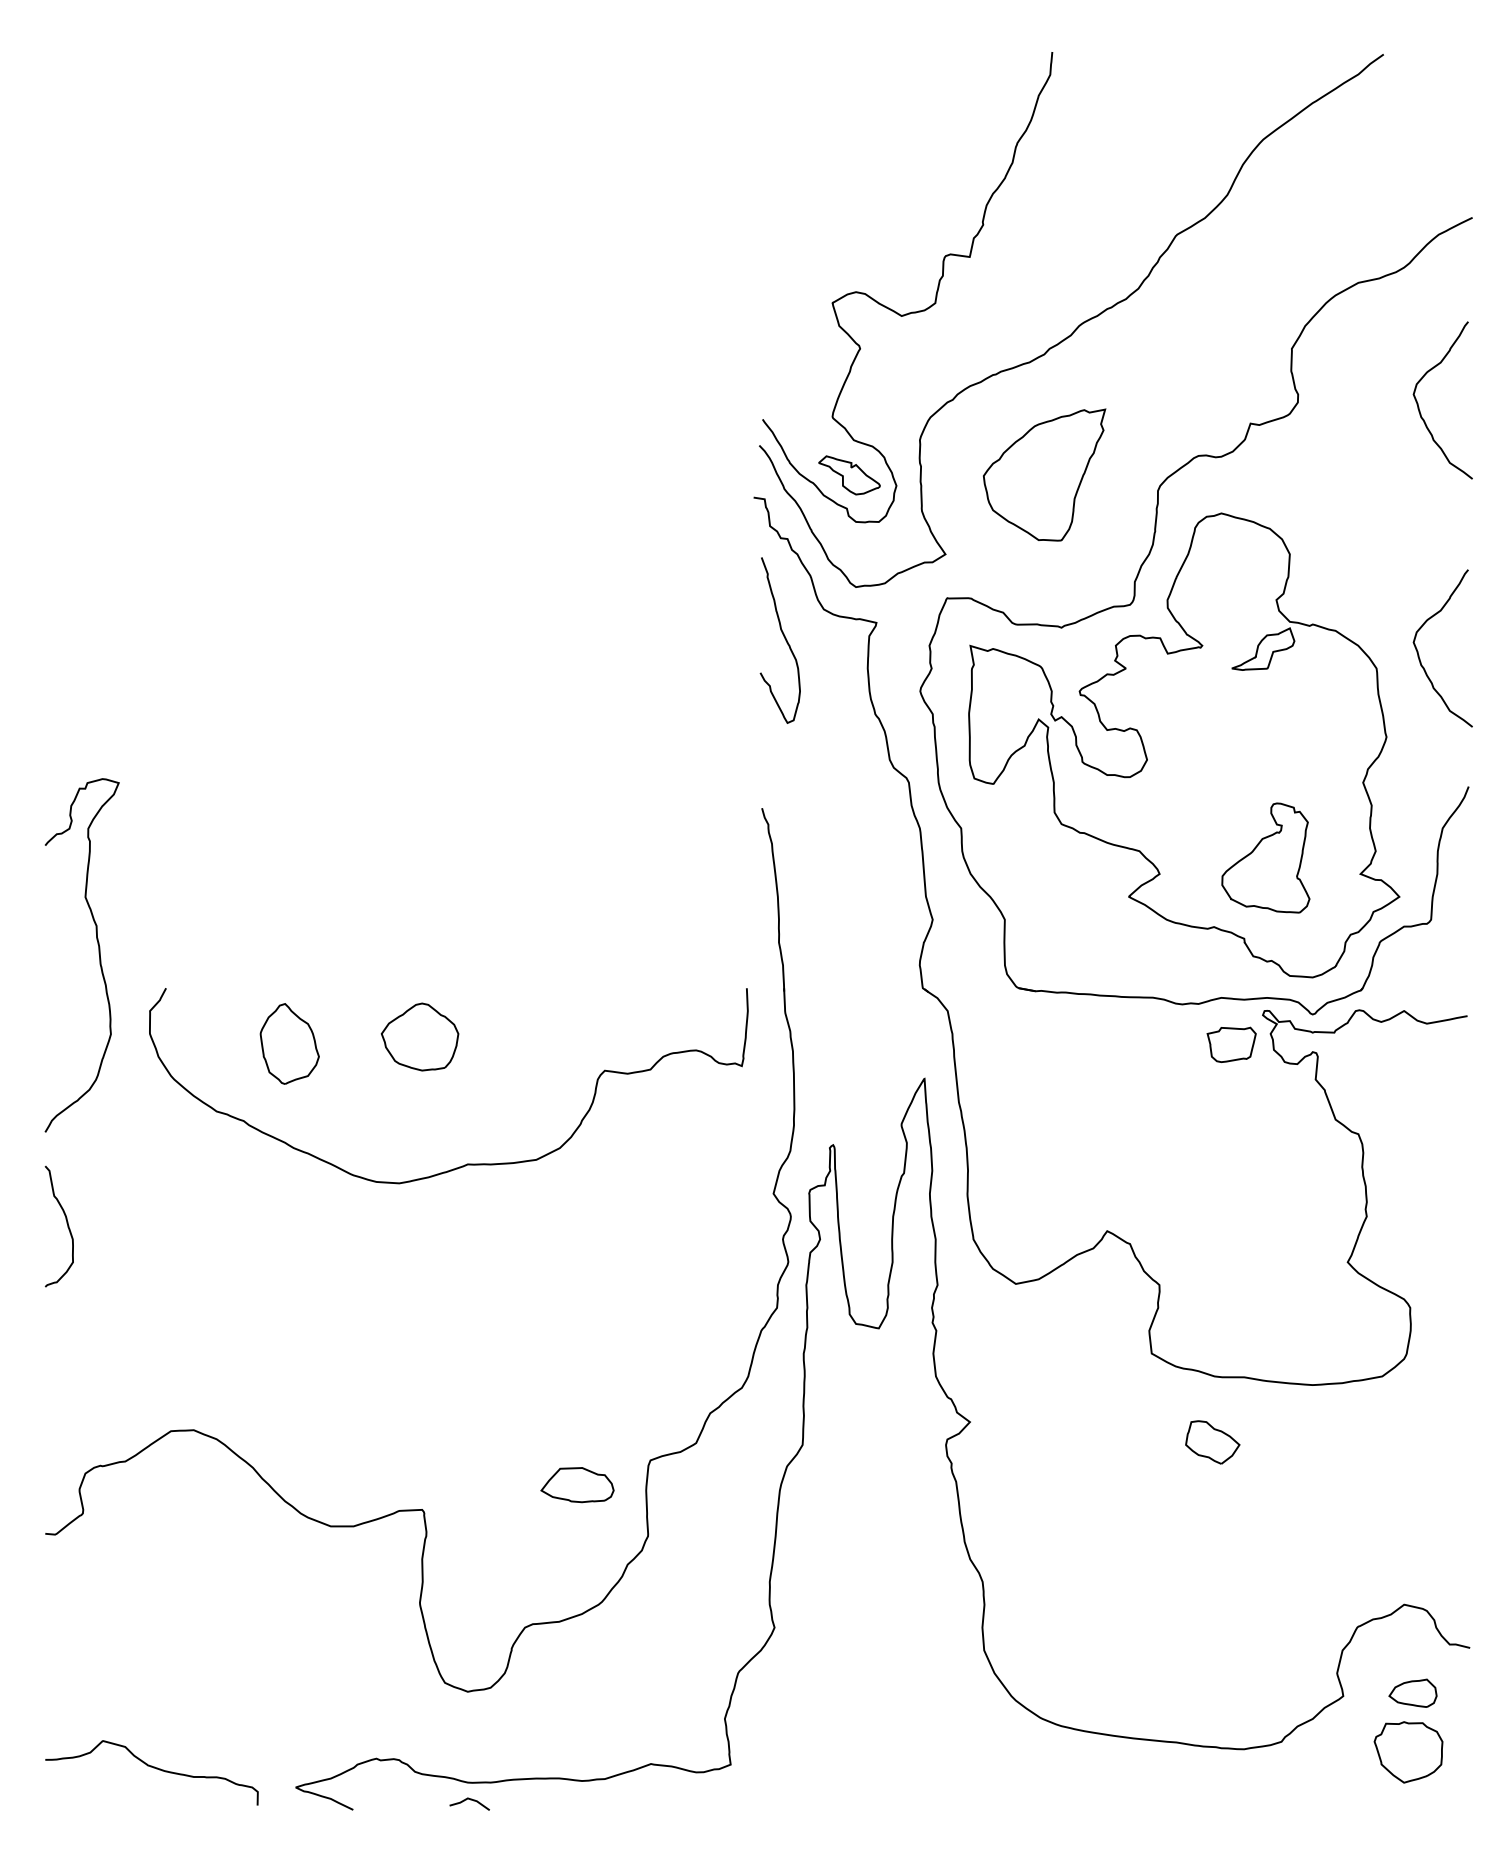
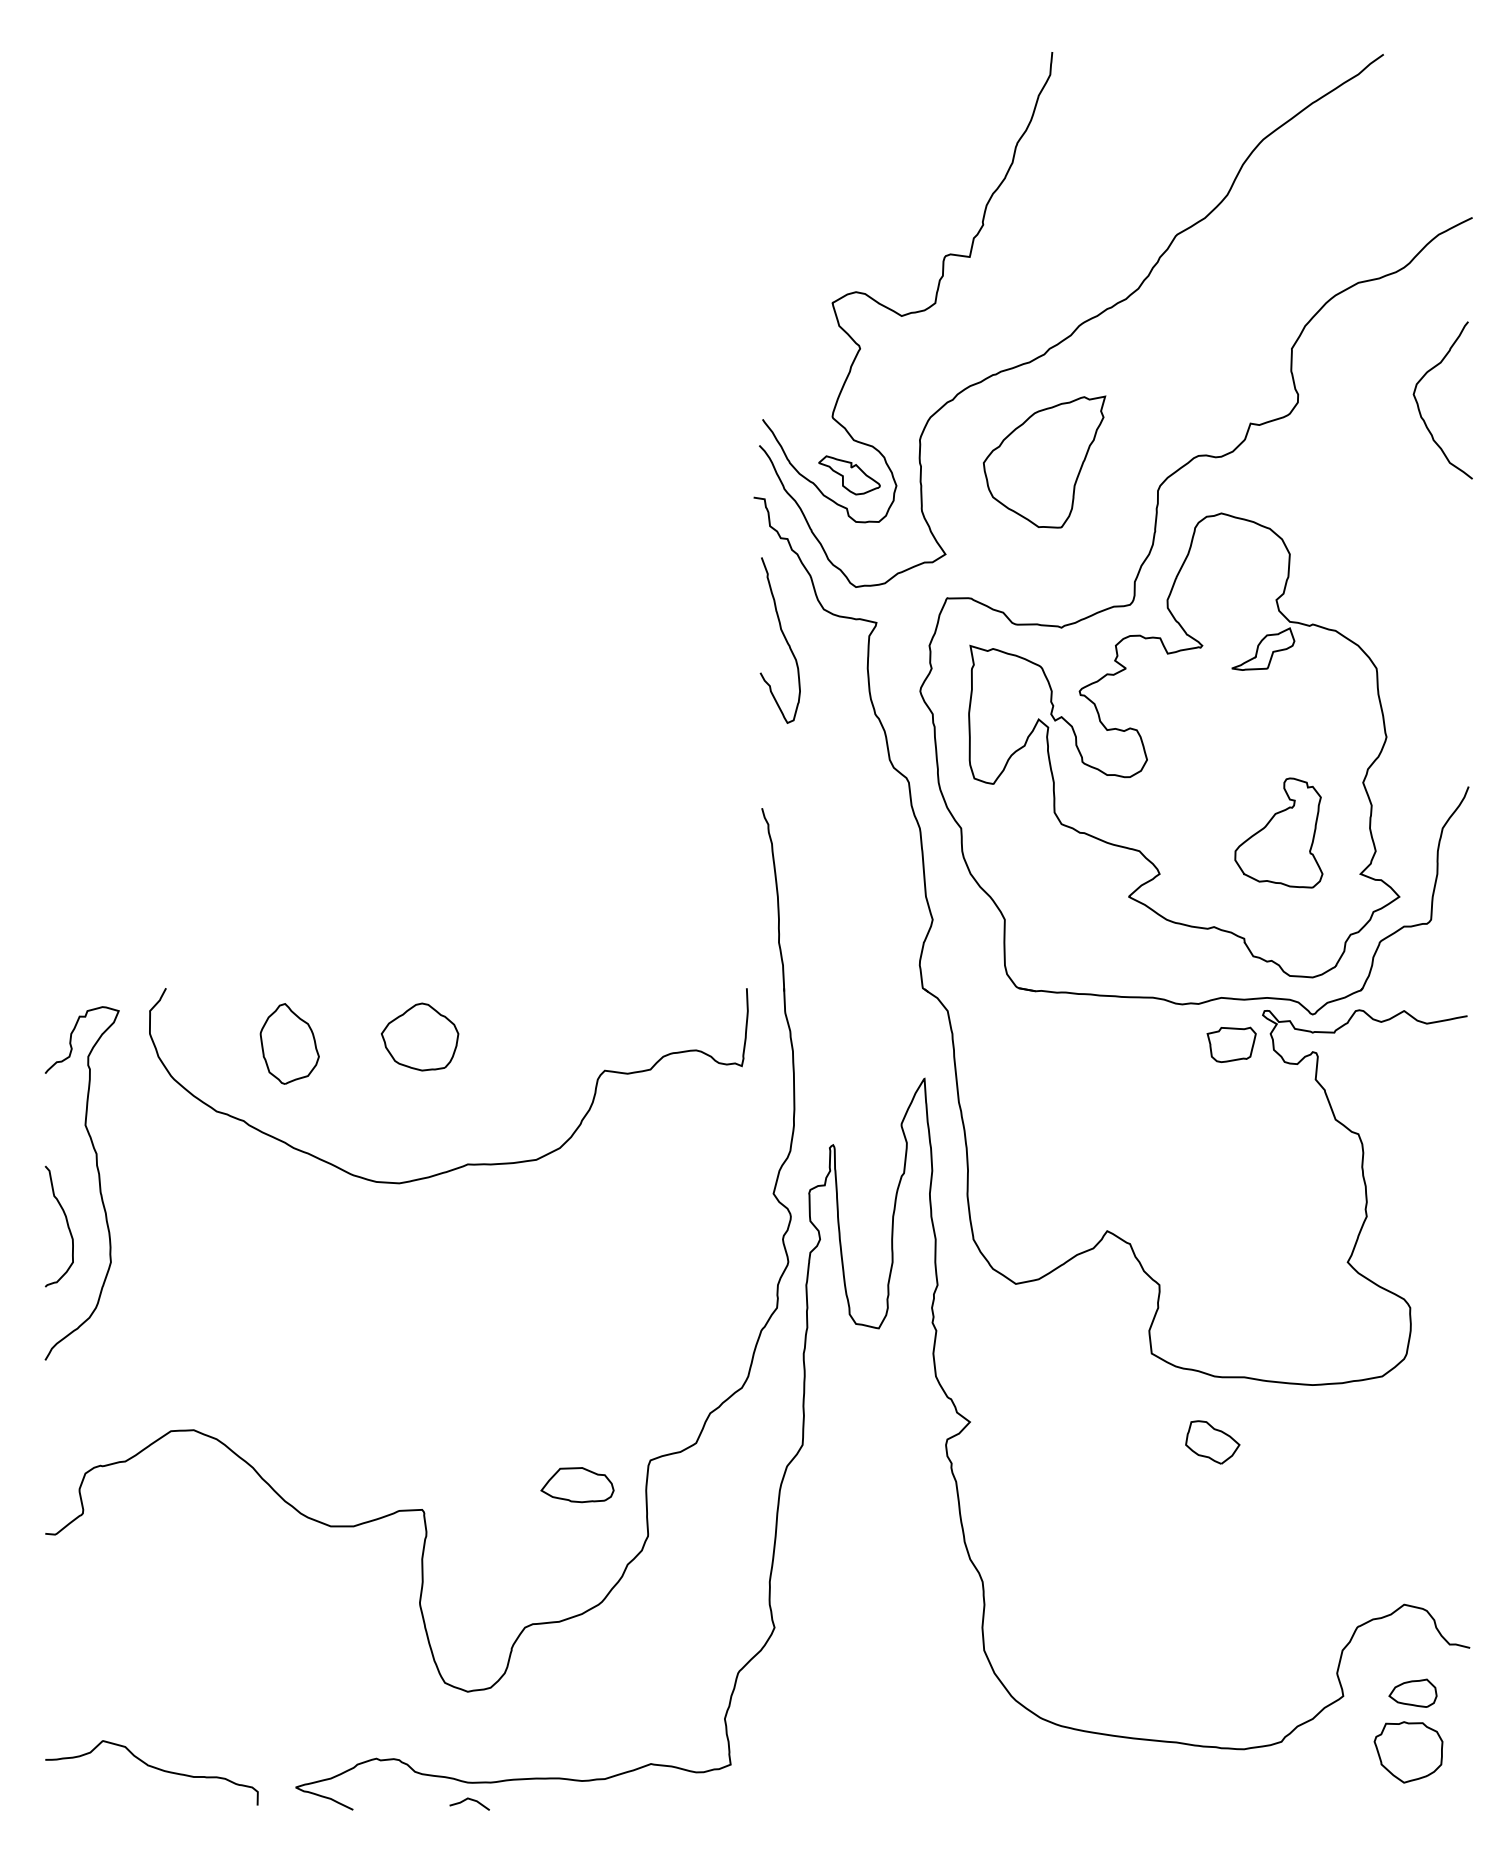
part at (1044, 474) position: (1044, 474) -> (1044, 461)
curve at (1419, 655): present -> none
part at (1265, 857) position: (1265, 857) -> (1278, 832)
curve at (98, 954) position: (98, 954) -> (98, 1182)
